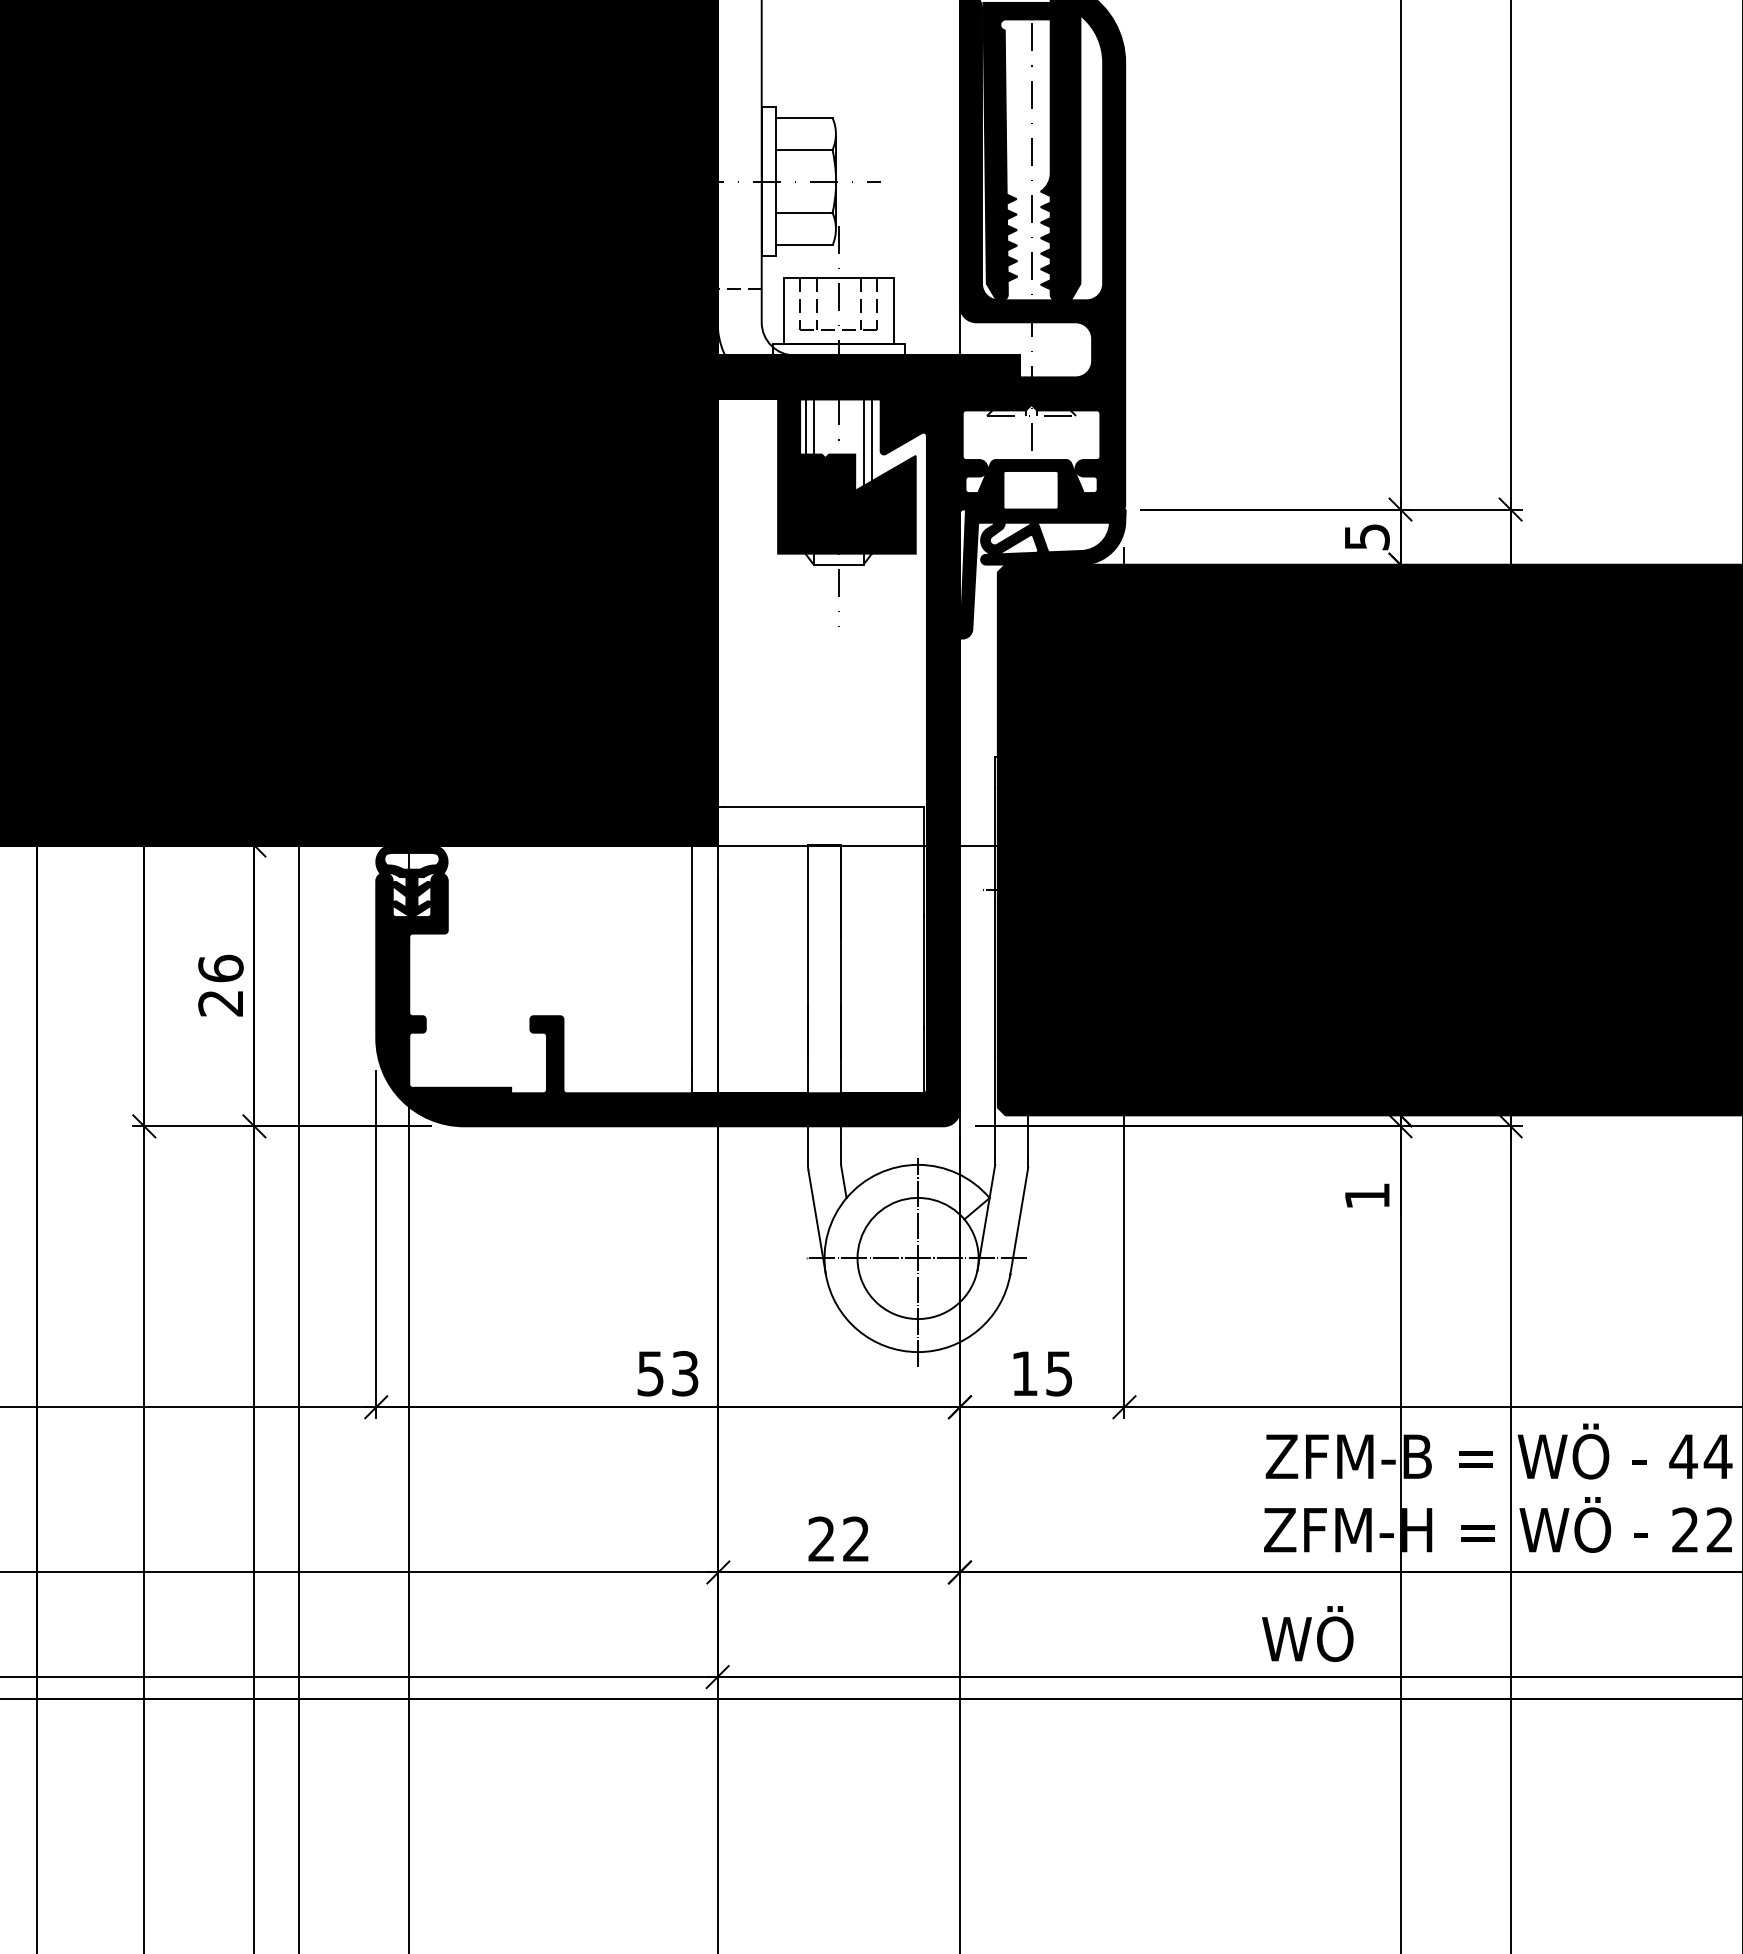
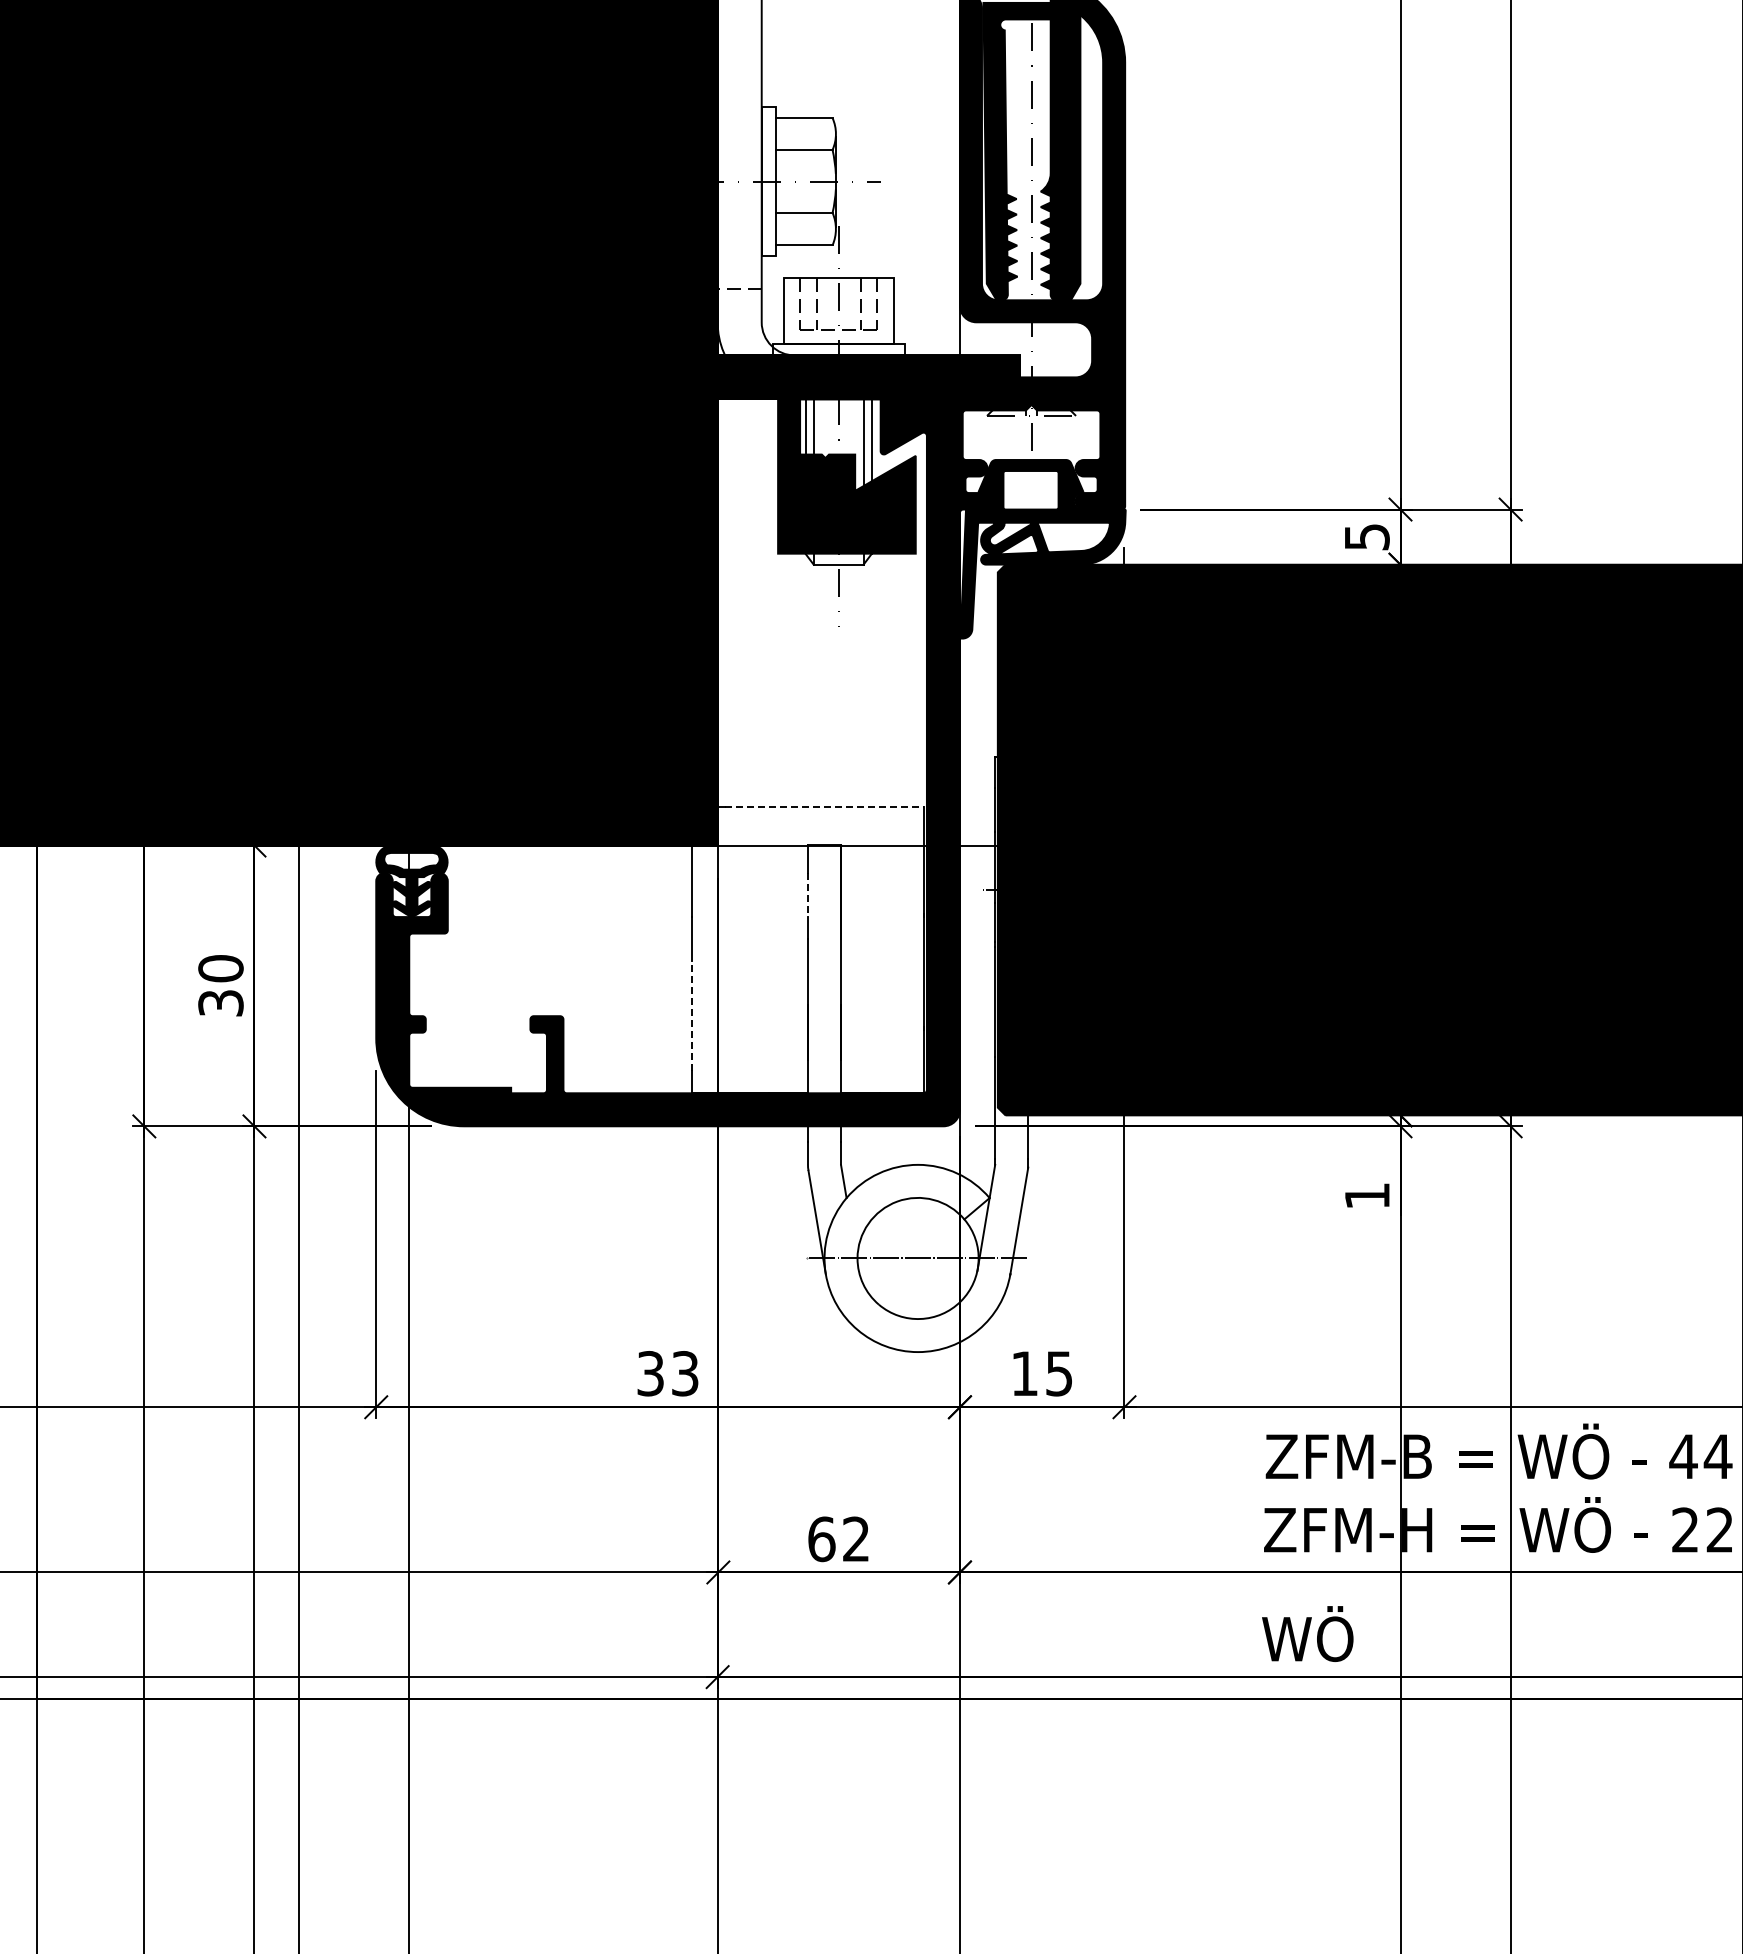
line at (824, 806): solid -> dashed
line at (807, 895): solid -> dashed
text at (220, 985): 26 -> 30
line at (692, 1015): solid -> dashed
line at (918, 1261): present -> none
text at (650, 1373): 53 -> 33
text at (821, 1539): 22 -> 62
